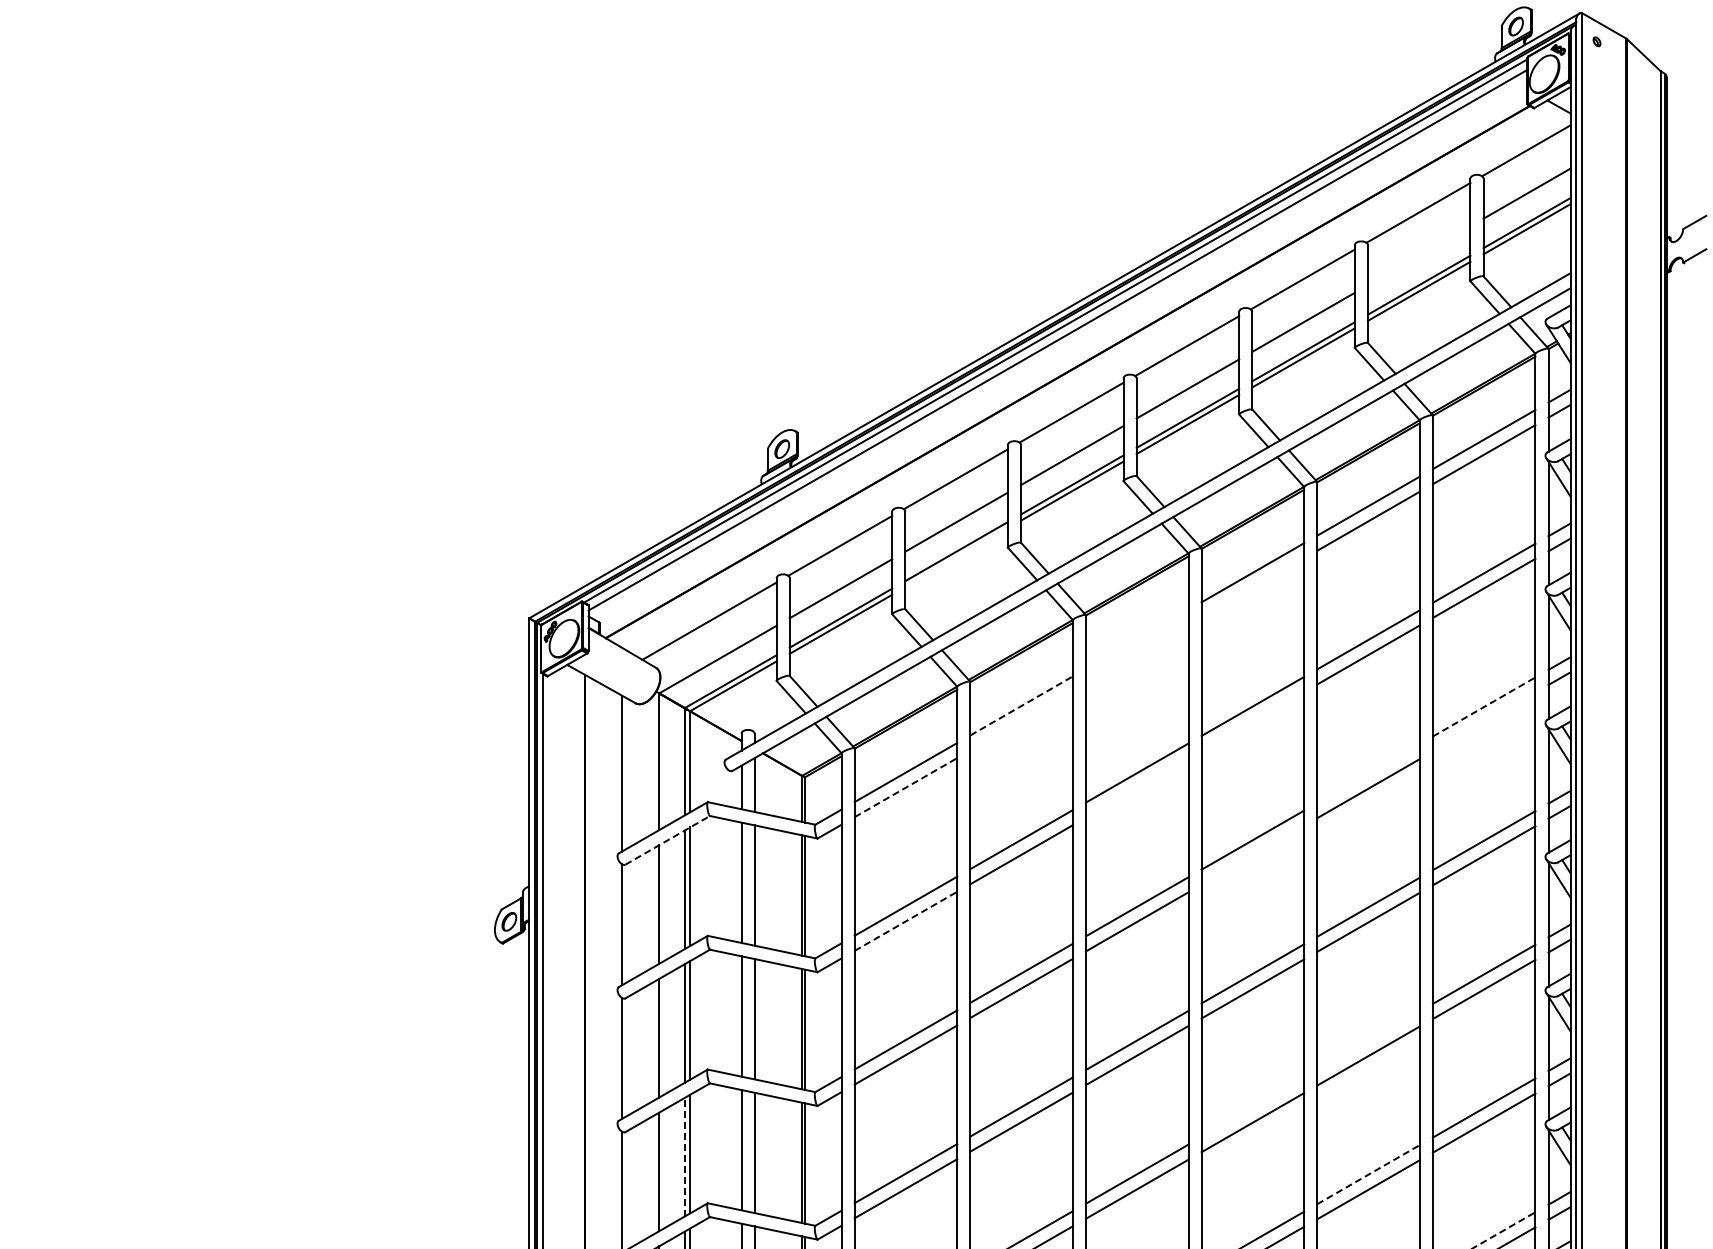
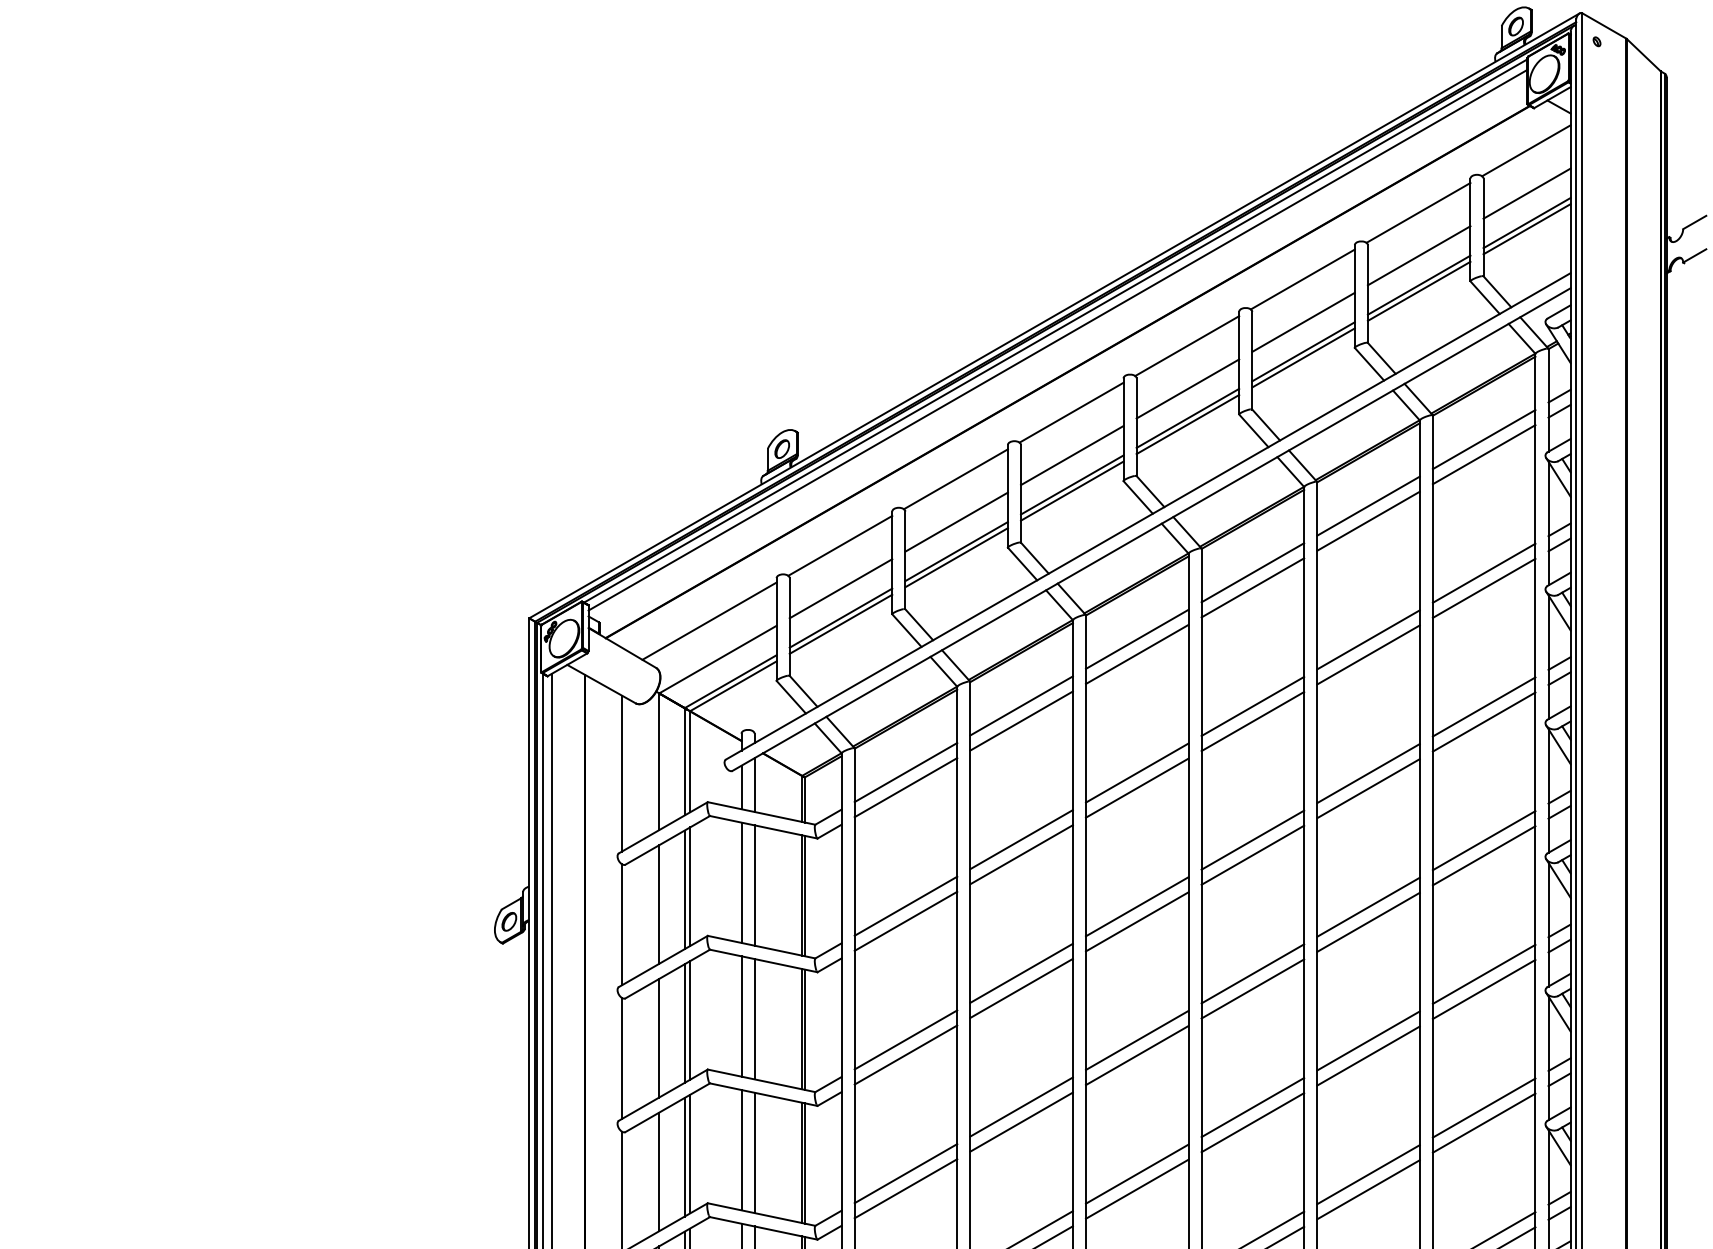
line at (1418, 255): none -> present
line at (956, 557): none -> present
line at (1252, 587): none -> present
line at (1136, 638): none -> present
line at (1136, 653): none -> present
line at (1022, 705): dashed -> solid
line at (1484, 706): dashed -> solid
line at (1021, 720): none -> present
line at (1252, 721): none -> present
line at (1483, 721): none -> present
line at (1368, 773): none -> present
line at (906, 787): dashed -> solid
line at (1136, 787): none -> present
line at (667, 840): dashed -> solid
line at (1252, 854): none -> present
line at (906, 921): dashed -> solid
line at (552, 959): none -> present
line at (1368, 1040): none -> present
line at (1252, 1107): none -> present
line at (684, 1156): dashed -> solid
line at (1368, 1174): dashed -> solid
line at (1503, 1230): dashed -> solid
